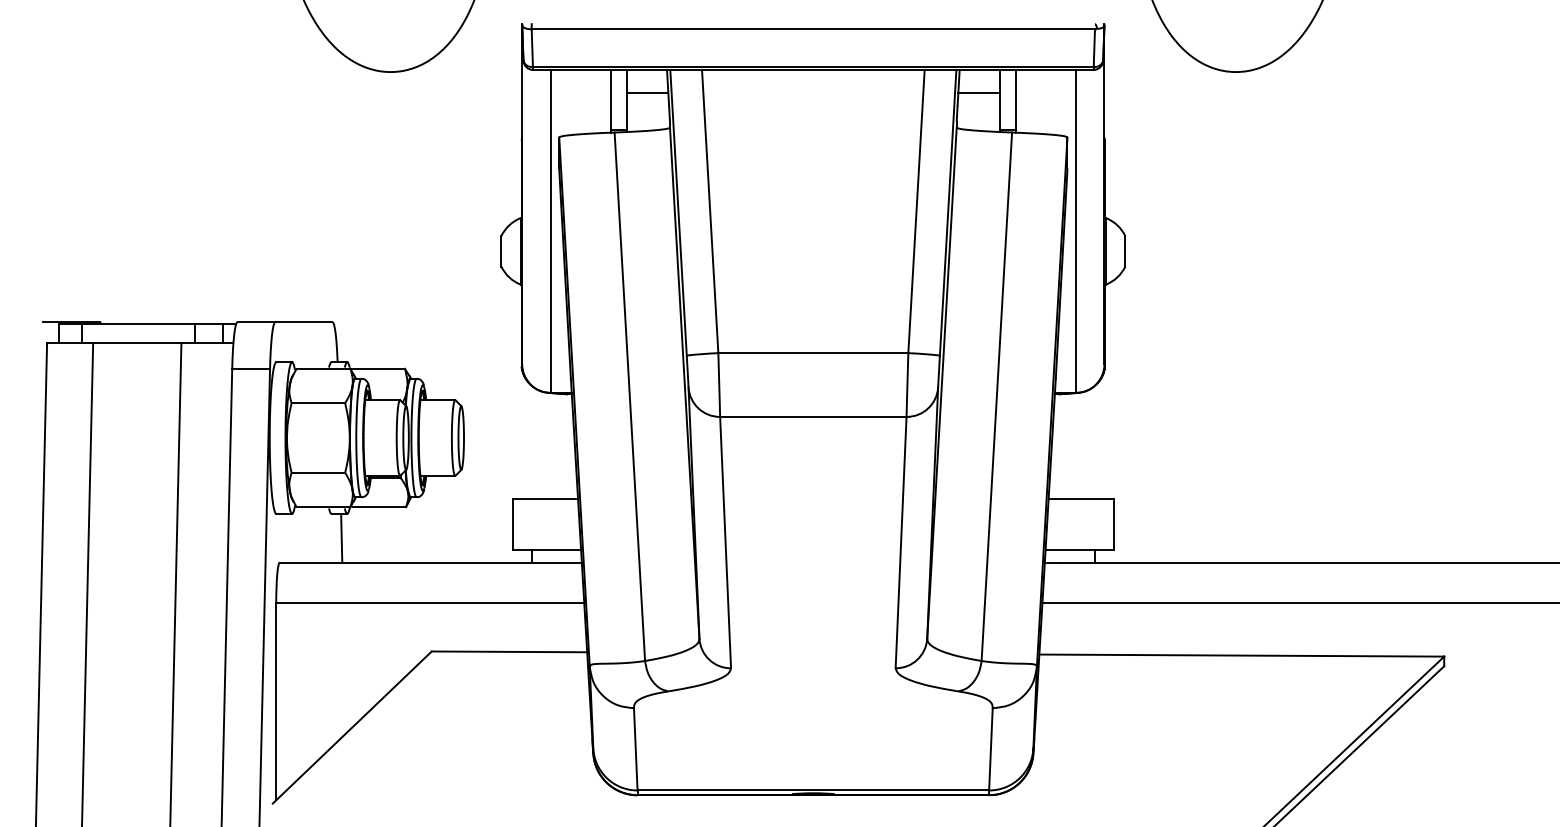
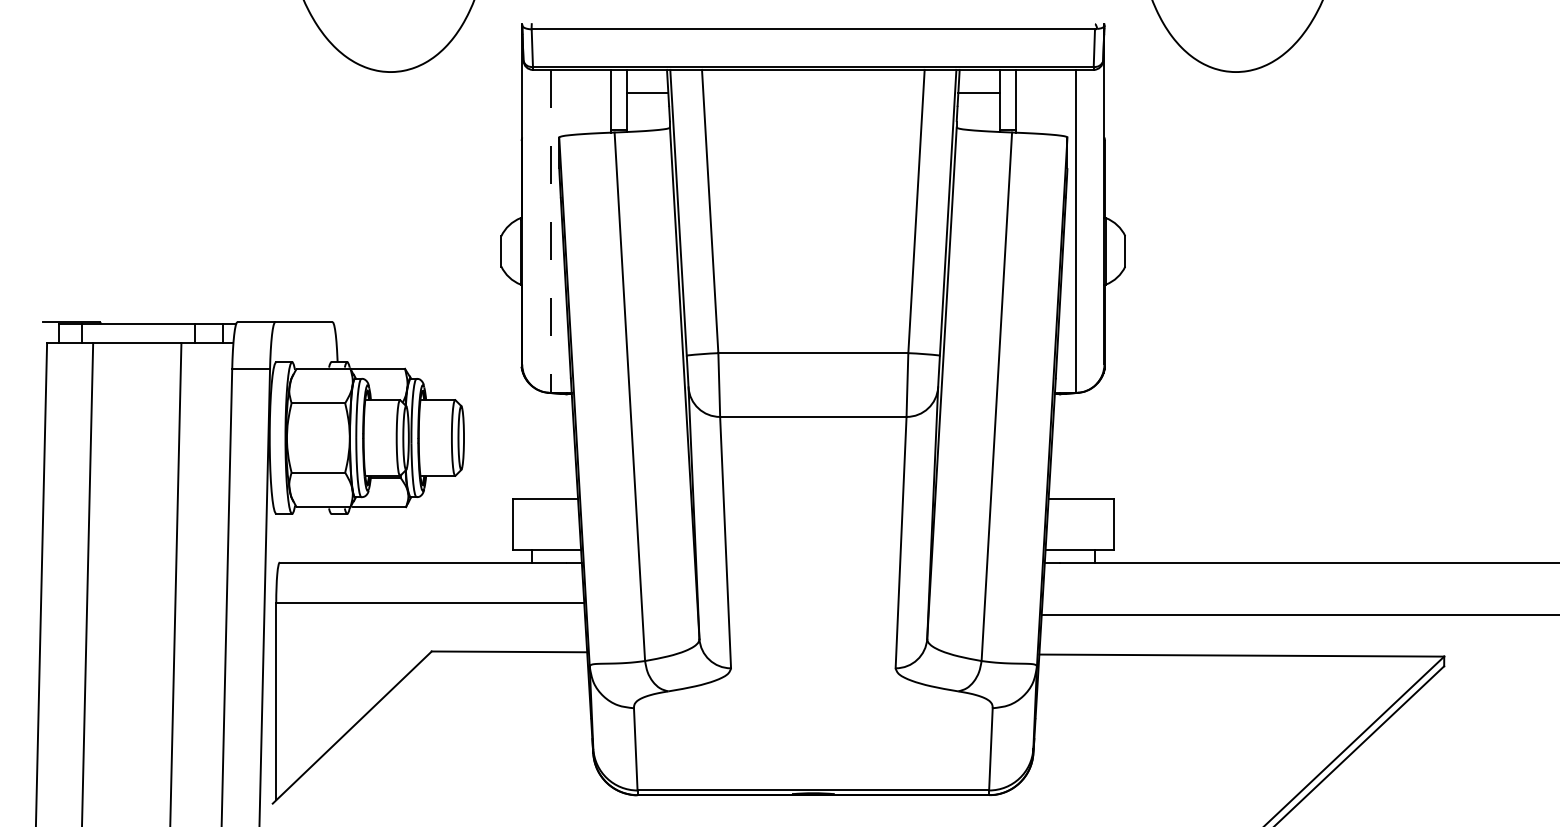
line at (550, 231): solid -> dashed
line at (341, 537): present -> none
line at (1299, 603) position: (1299, 603) -> (1299, 615)
